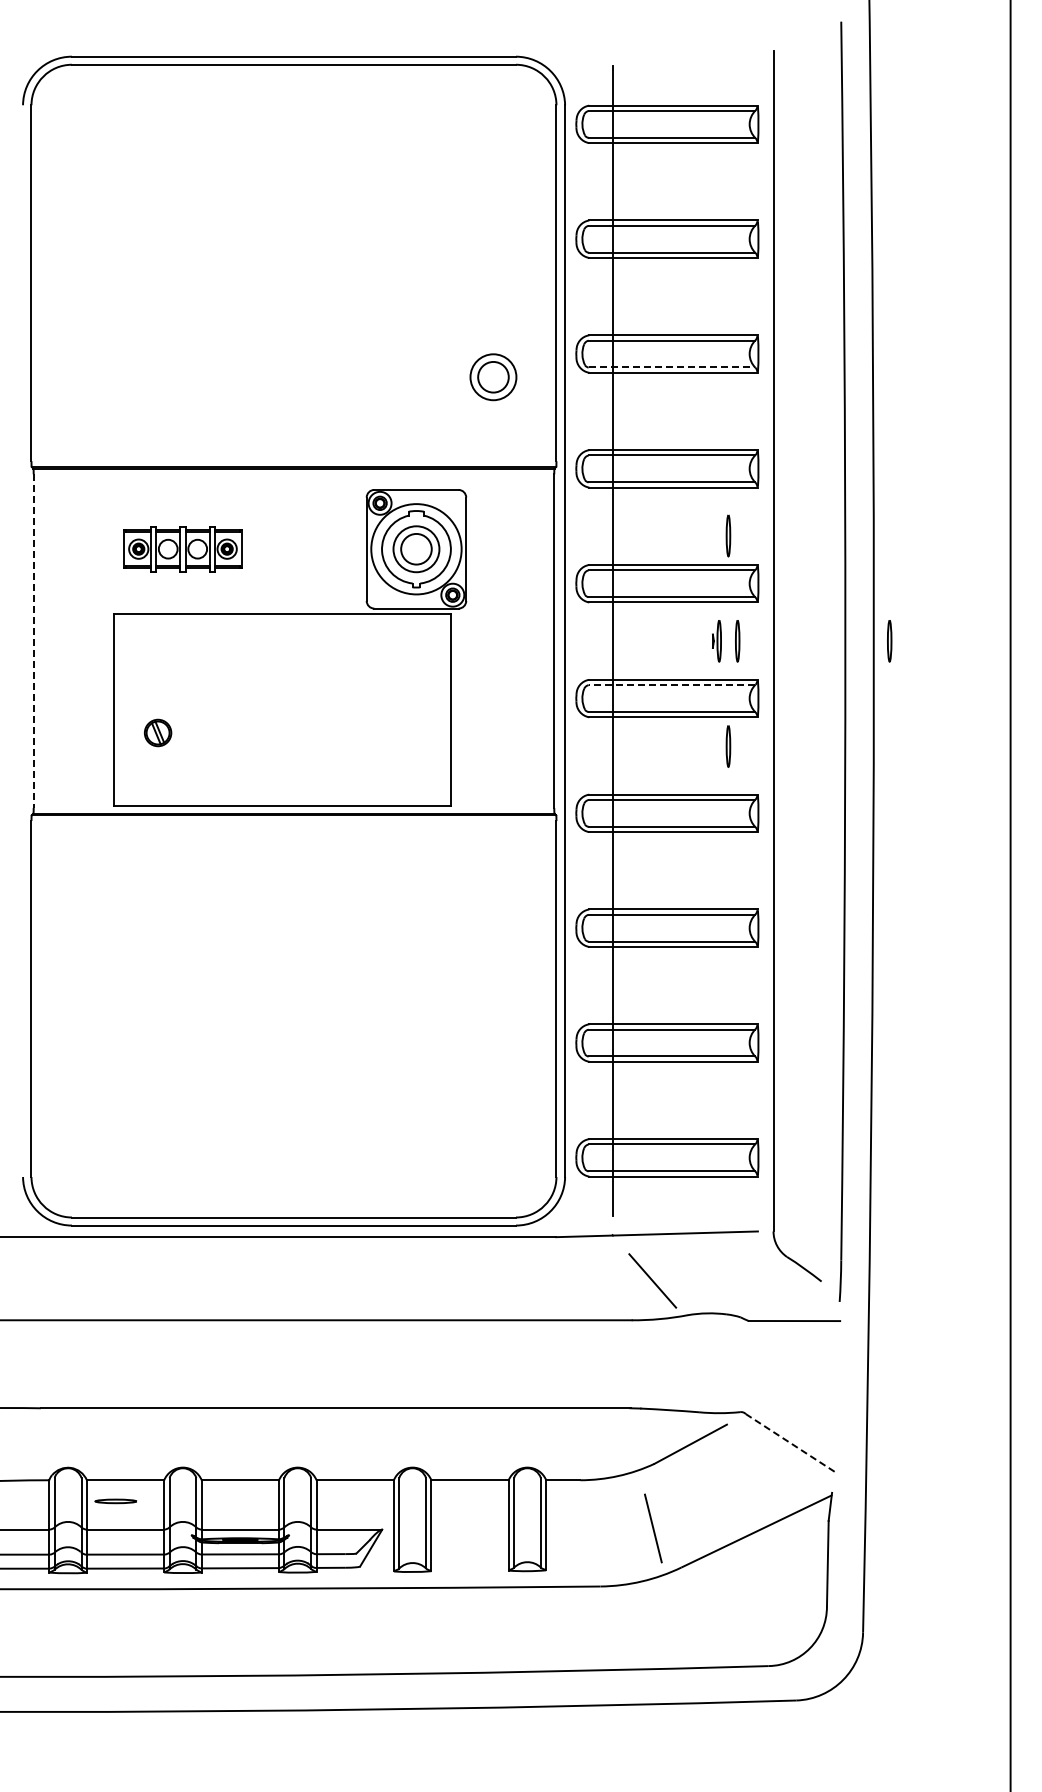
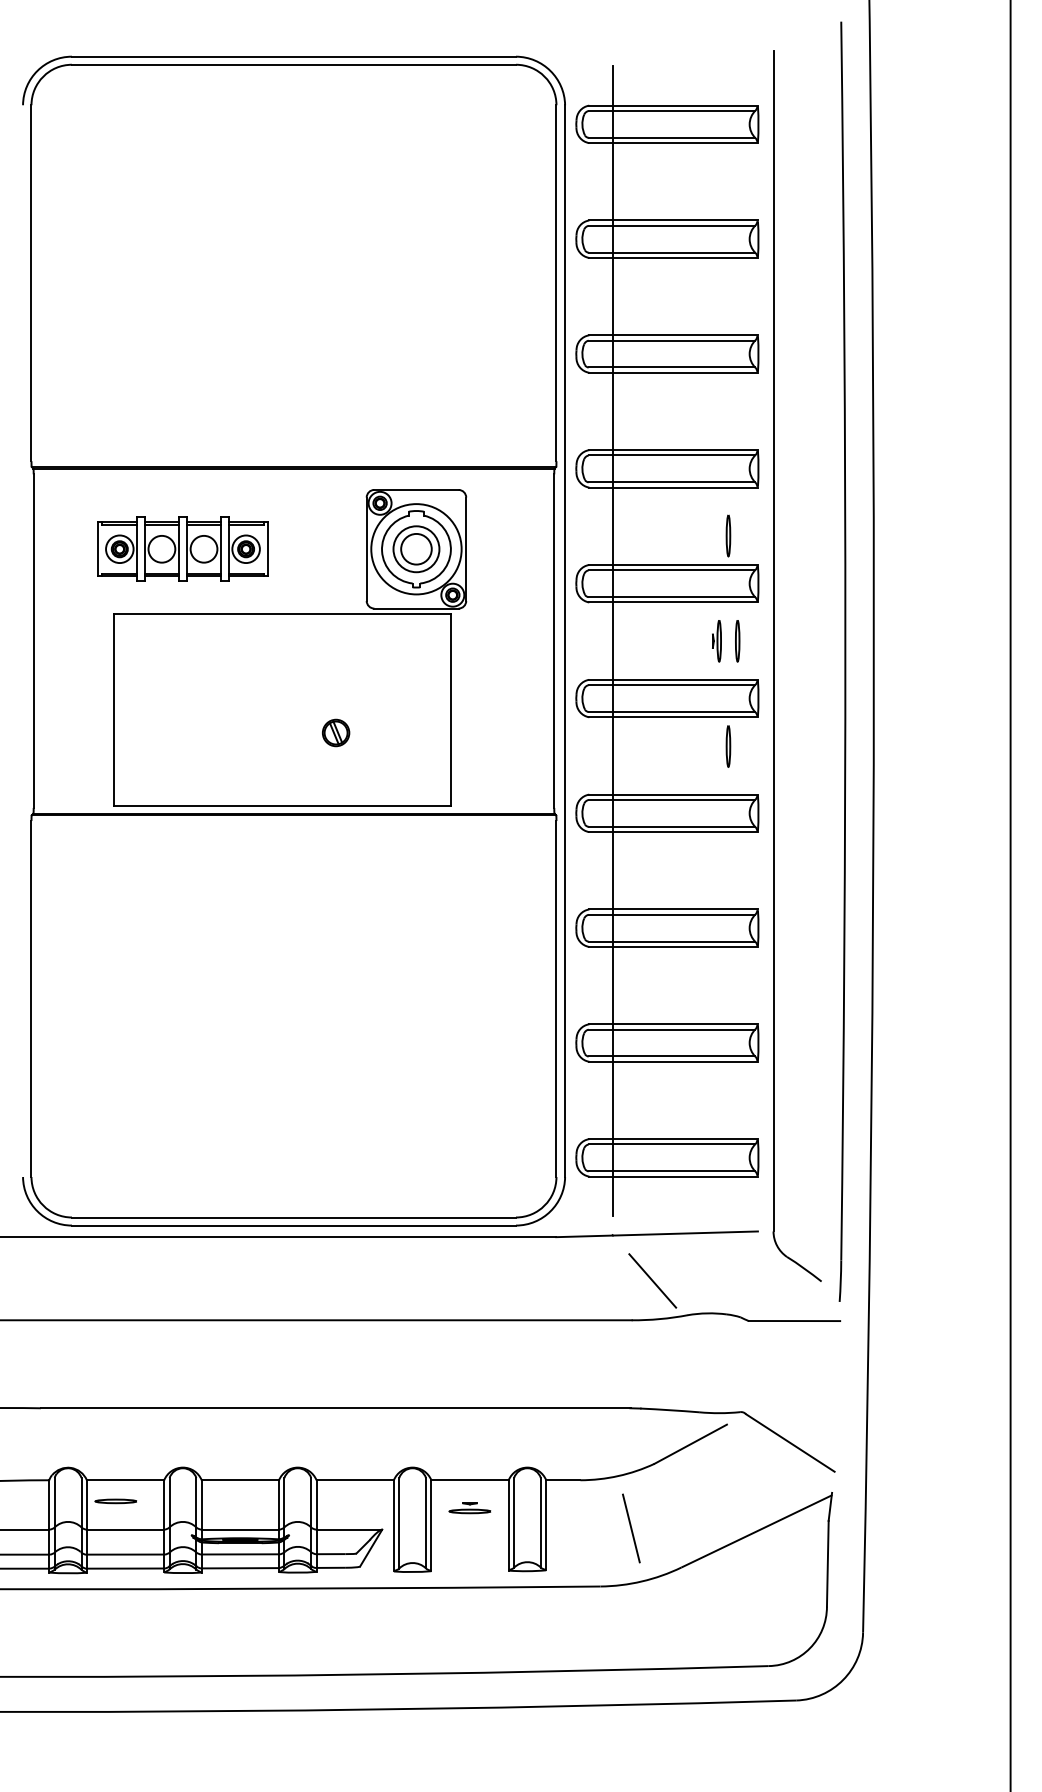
line at (672, 367): dashed -> solid
part at (493, 377): present -> none
part at (182, 549) size: 120x47 px -> 172x66 px
line at (33, 641): dashed -> solid
part at (889, 641): present -> none
line at (671, 685): dashed -> solid
part at (158, 732) position: (158, 732) -> (336, 732)
line at (790, 1442): dashed -> solid
part at (469, 1508): none -> present
line at (653, 1528) position: (653, 1528) -> (631, 1528)
